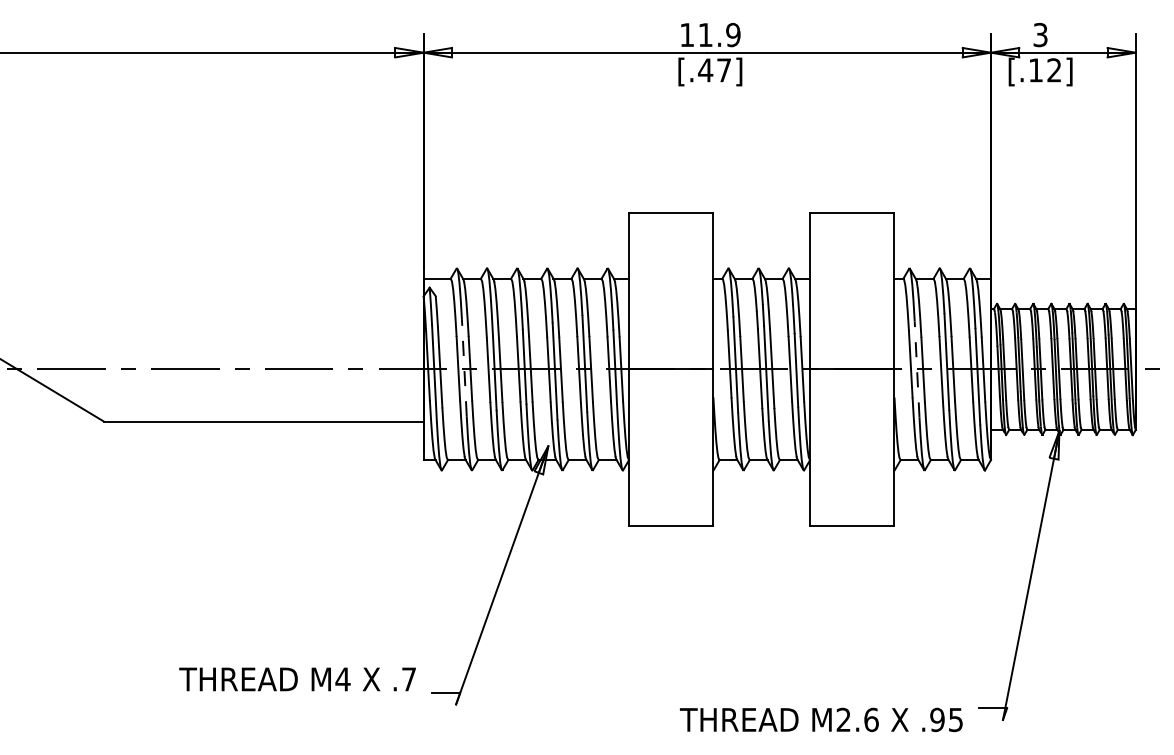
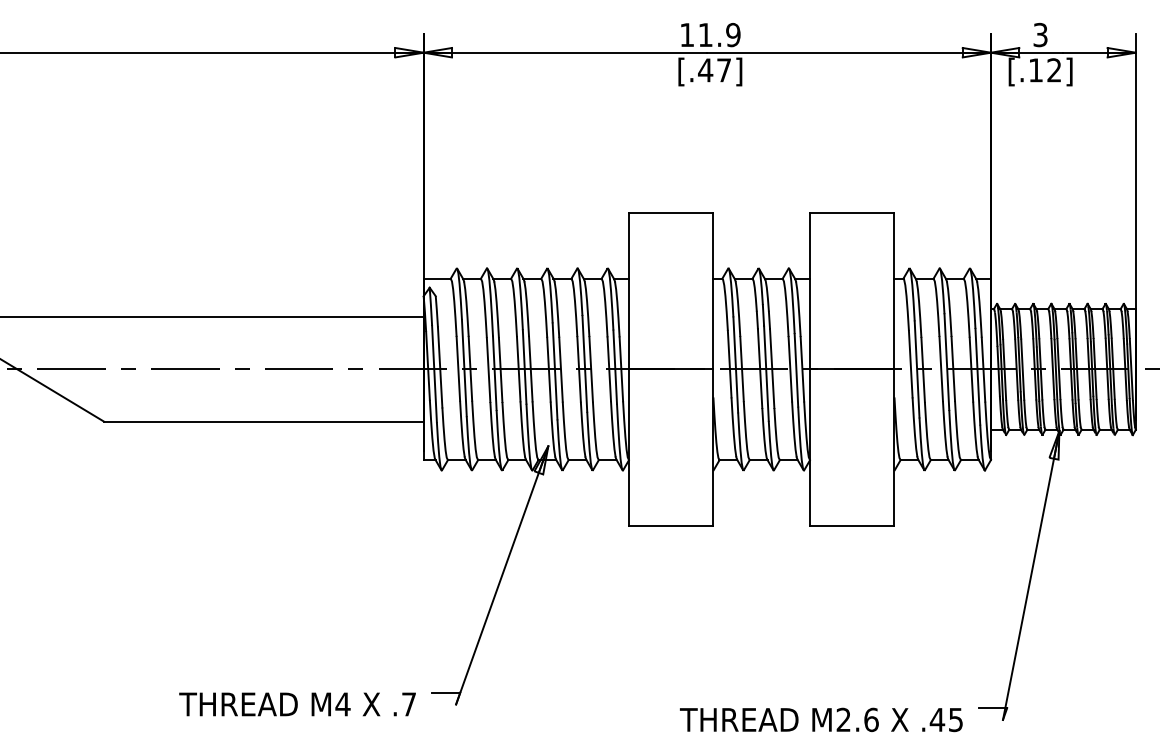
line at (212, 317): none -> present
line at (464, 367): dashed -> solid
line at (917, 368): dashed -> solid
text at (297, 679) position: (297, 679) -> (297, 704)
text at (937, 719): .95 -> .45
